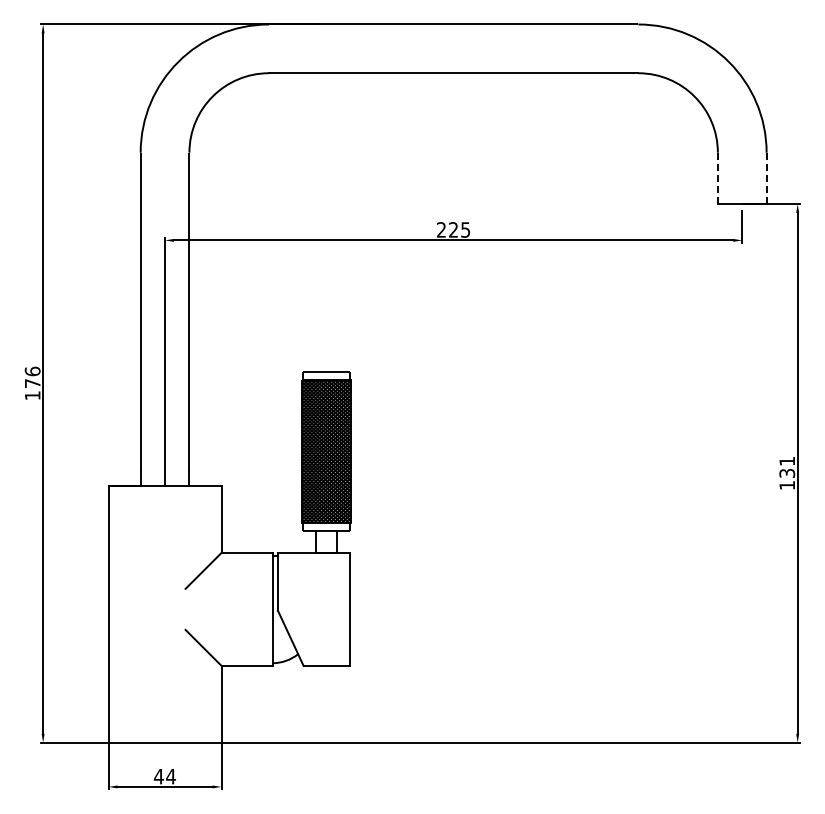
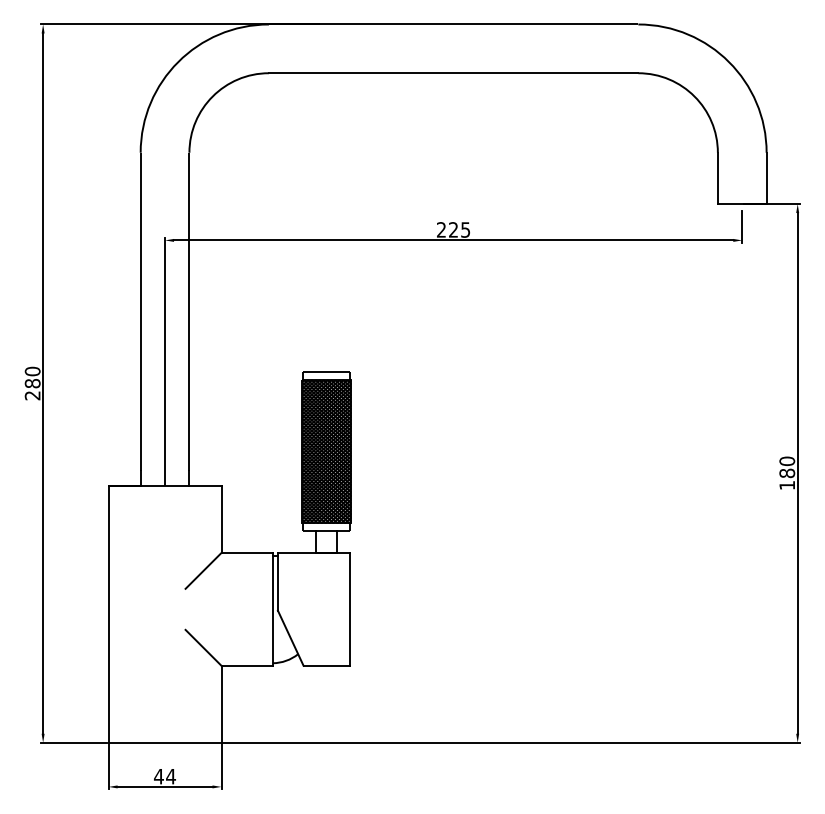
line at (717, 178): dashed -> solid
line at (766, 178): dashed -> solid
text at (32, 383): 176 -> 280
text at (787, 467): 131 -> 180
